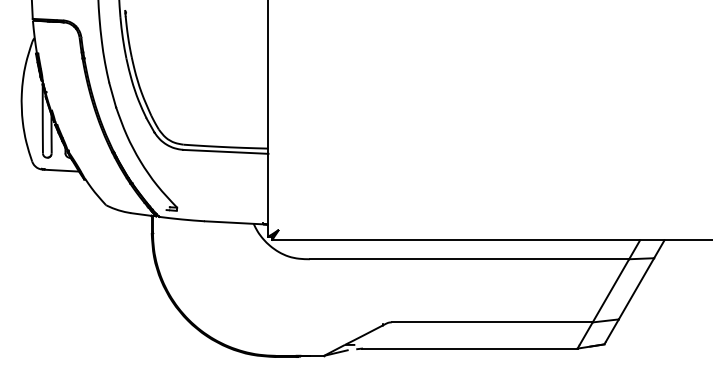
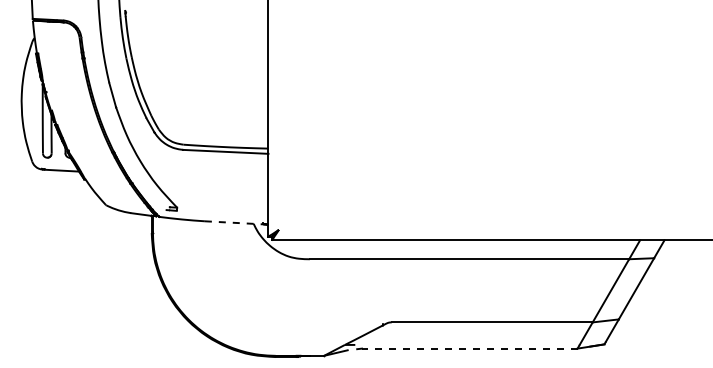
line at (234, 222): solid -> dashed
line at (469, 348): solid -> dashed
